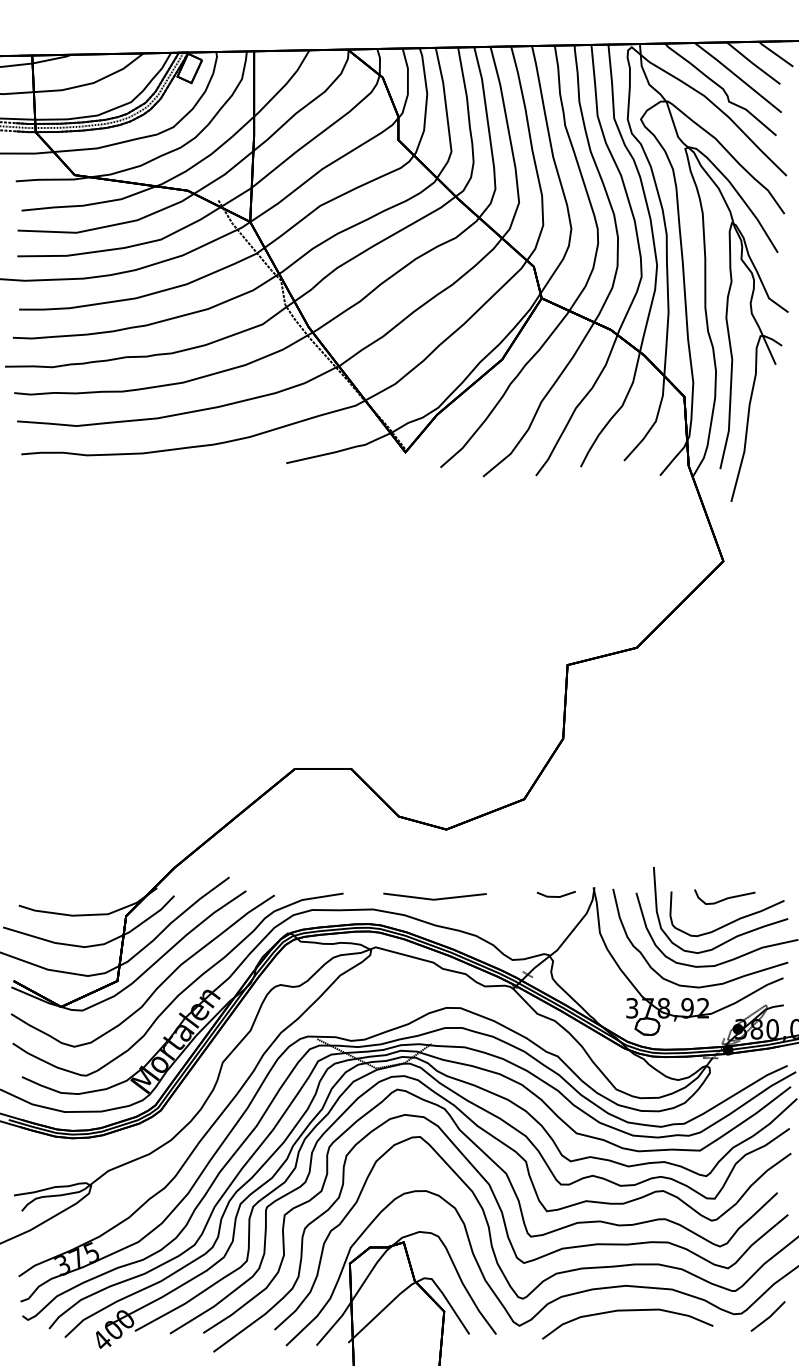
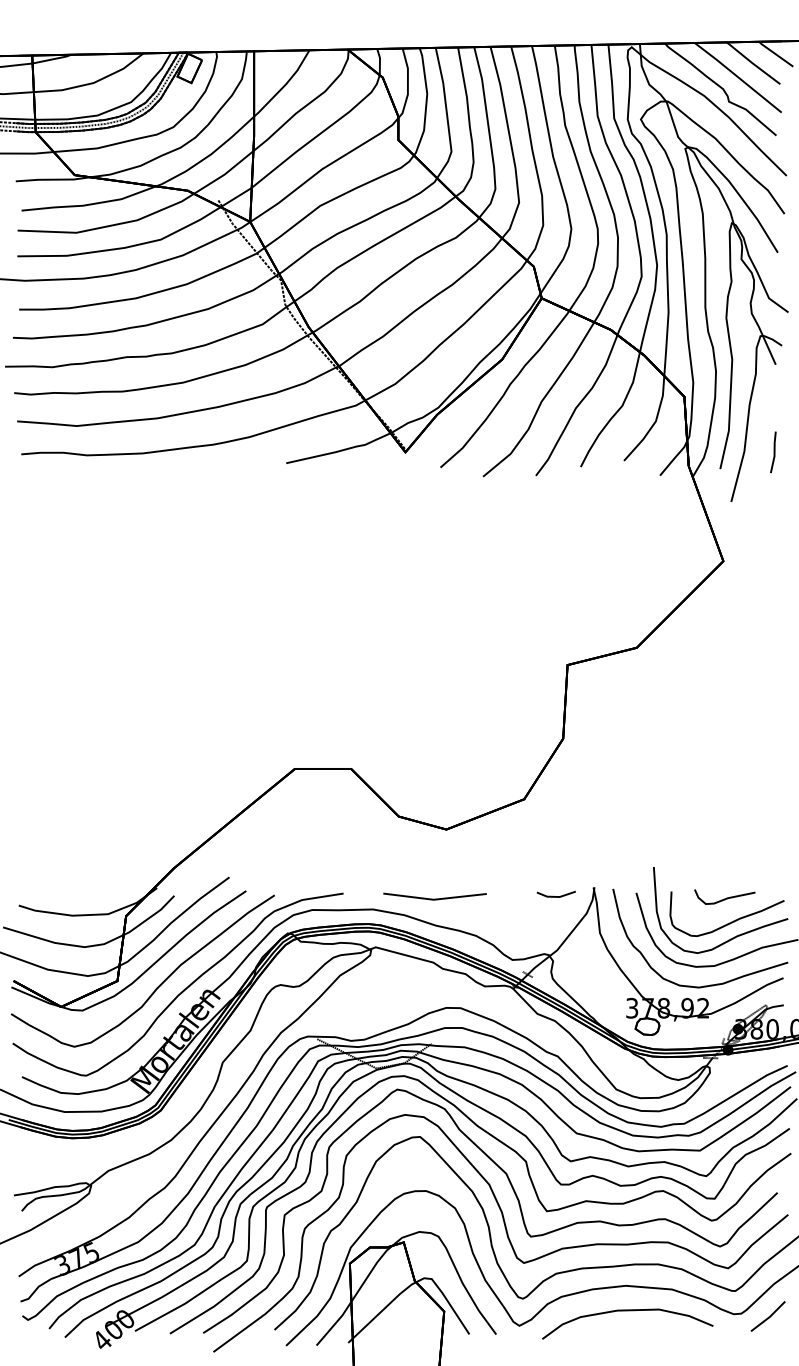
part at (773, 452): none -> present
